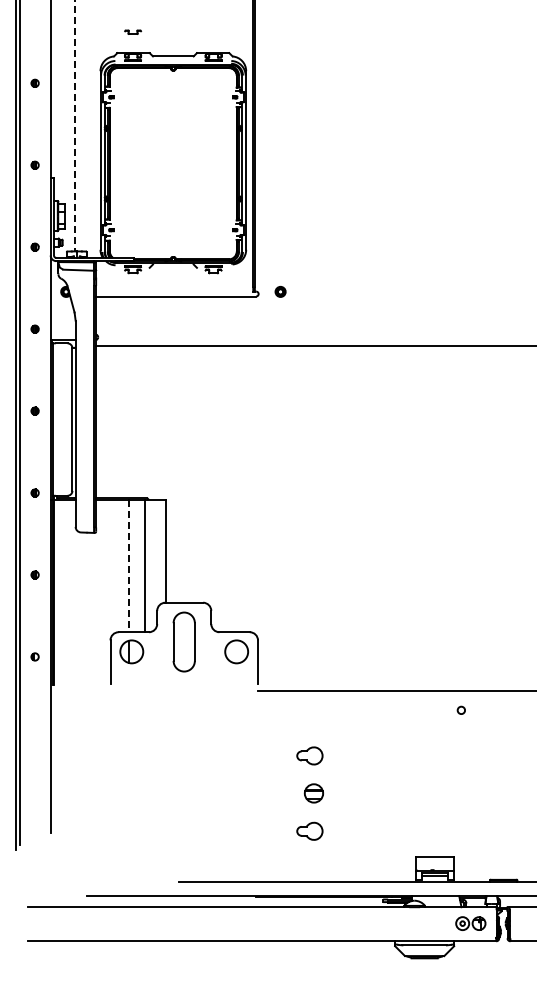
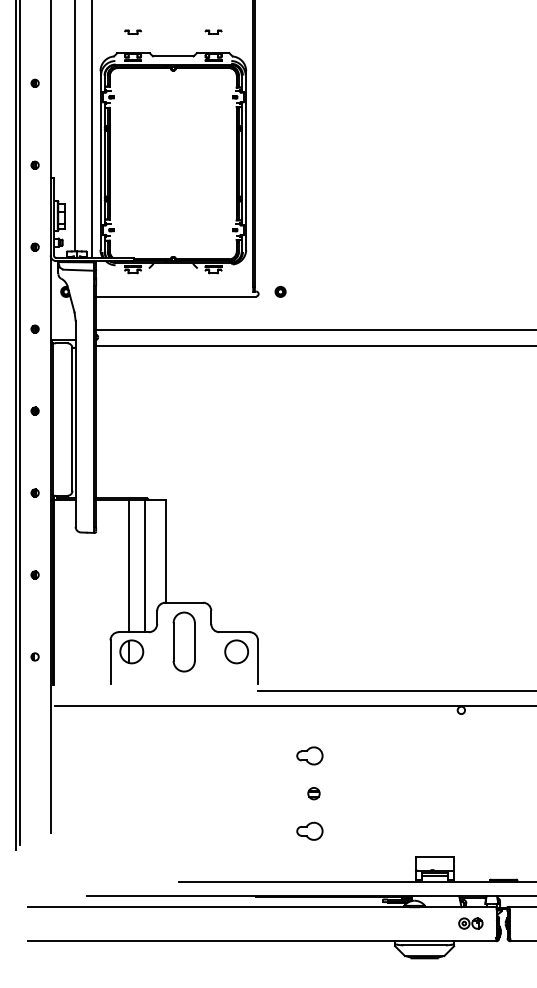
part at (213, 31): none -> present
line at (75, 126): dashed -> solid
line at (92, 129): none -> present
line at (314, 329): none -> present
line at (128, 566): dashed -> solid
line at (293, 705): none -> present
part at (313, 793) size: 20x21 px -> 14x14 px
part at (470, 923) size: 32x15 px -> 26x13 px
